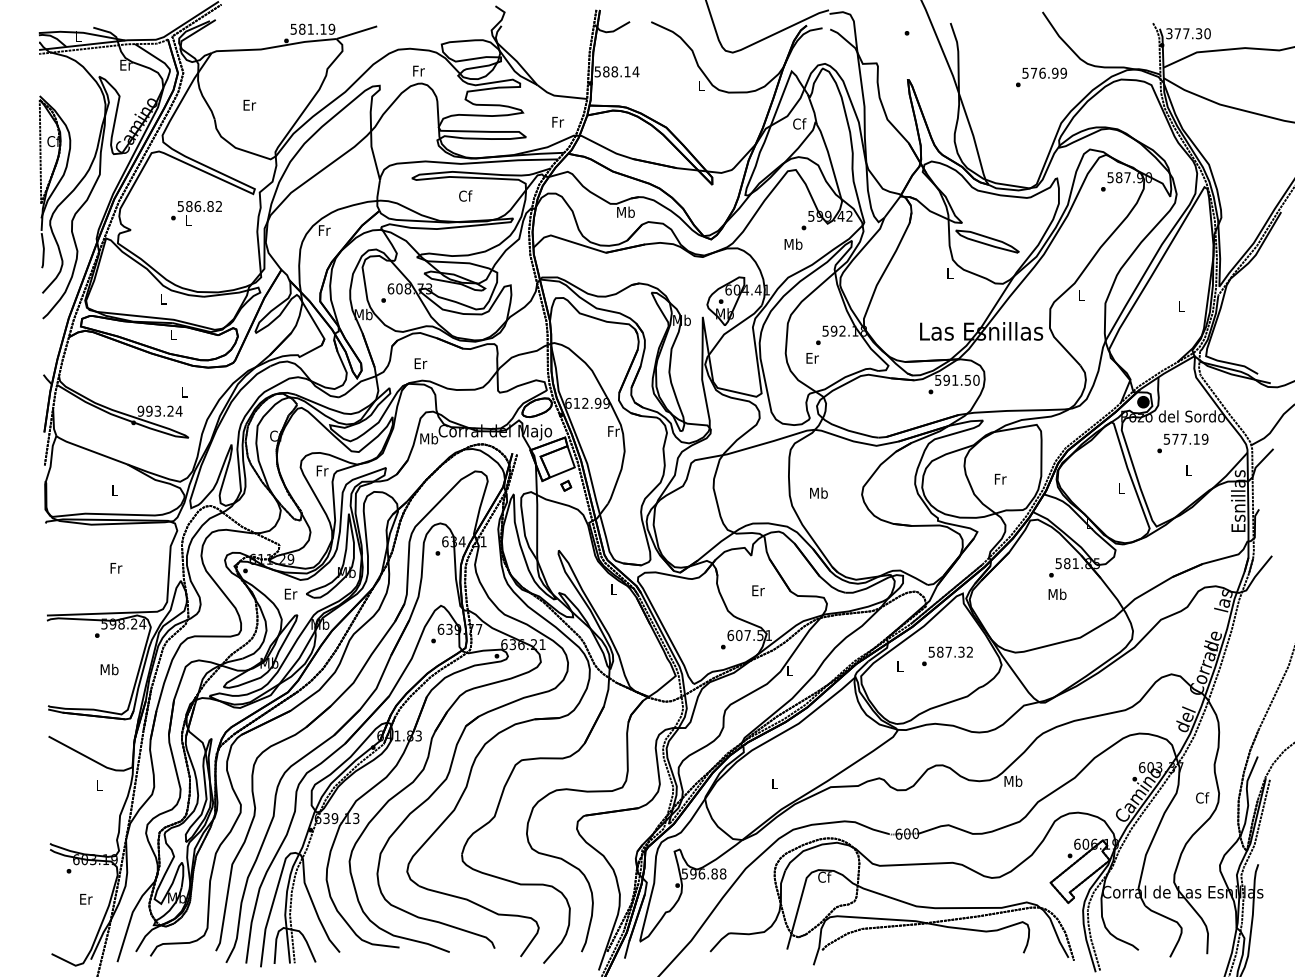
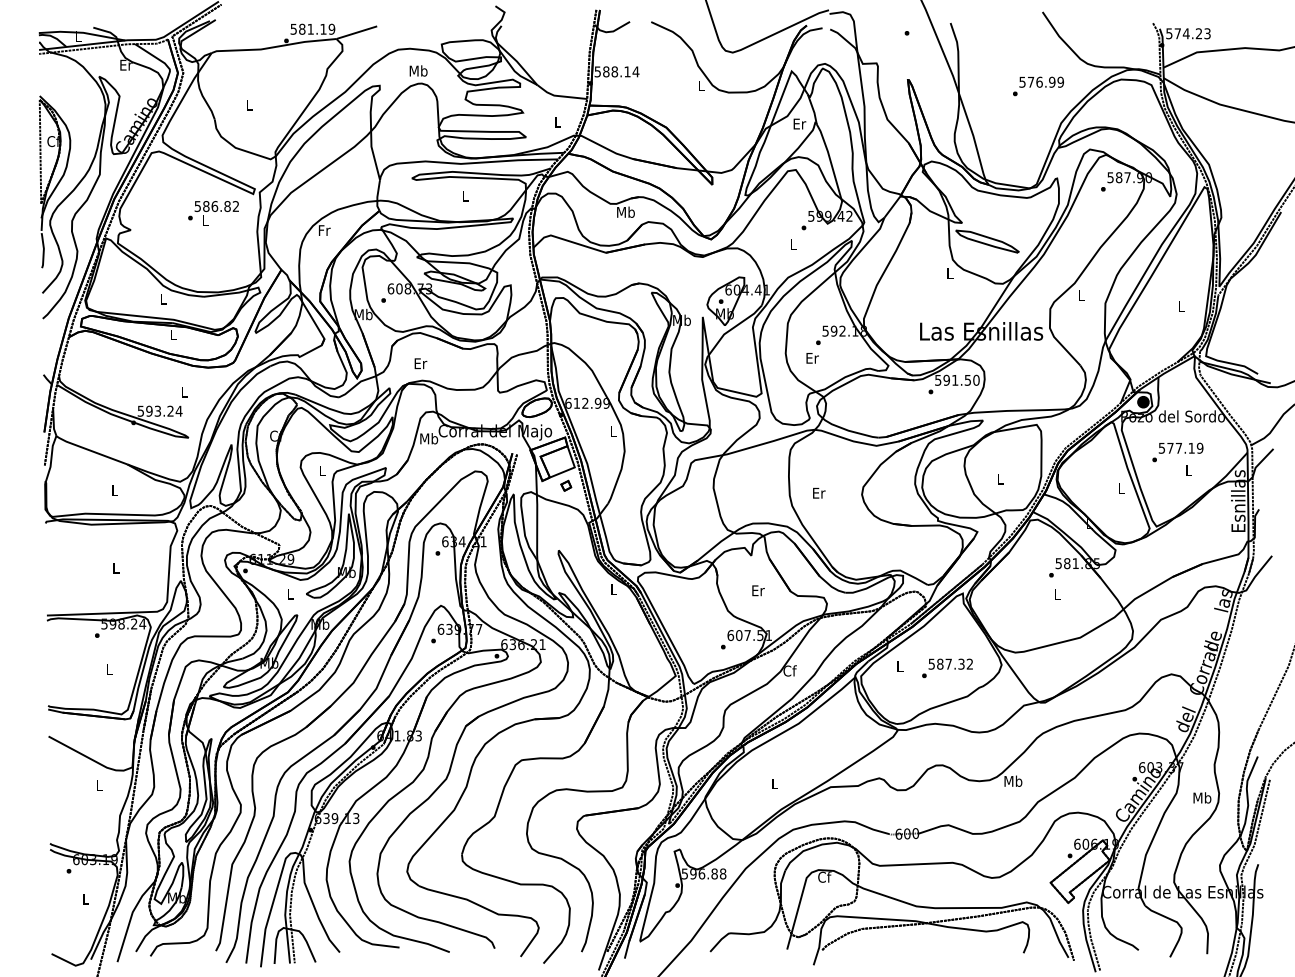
text at (1188, 33): 377.30 -> 574.23
text at (418, 70): Fr -> Mb
text at (1041, 77) position: (1041, 77) -> (1038, 86)
text at (249, 104): Er -> L
text at (558, 121): Fr -> L
text at (799, 123): Cf -> Er
text at (465, 195): Cf -> L
text at (196, 213) position: (196, 213) -> (213, 213)
text at (793, 243): Mb -> L
text at (140, 410): 993.24 -> 593.24
text at (613, 431): Fr -> L
text at (1182, 443) position: (1182, 443) -> (1177, 452)
text at (322, 470): Fr -> L
text at (1000, 478): Fr -> L
text at (818, 492): Mb -> Er
text at (116, 567): Fr -> L
text at (290, 593): Er -> L
text at (1057, 593): Mb -> L
text at (947, 656) position: (947, 656) -> (947, 668)
text at (109, 669): Mb -> L
text at (789, 670): L -> Cf
text at (1202, 797): Cf -> Mb
text at (86, 898): Er -> L
